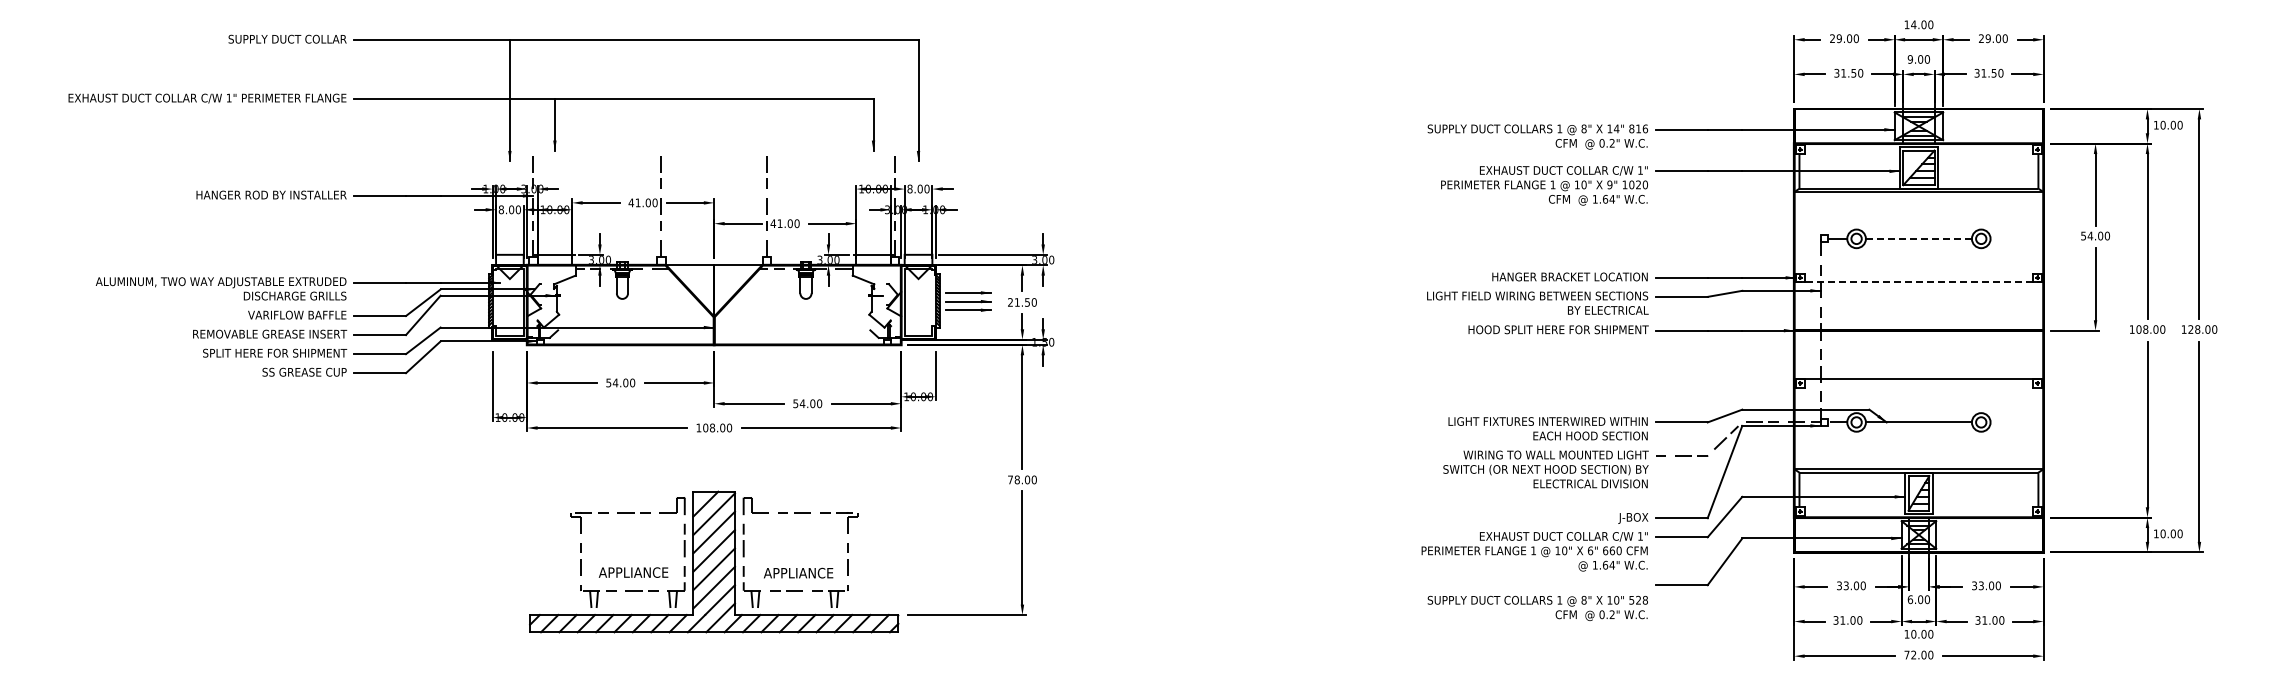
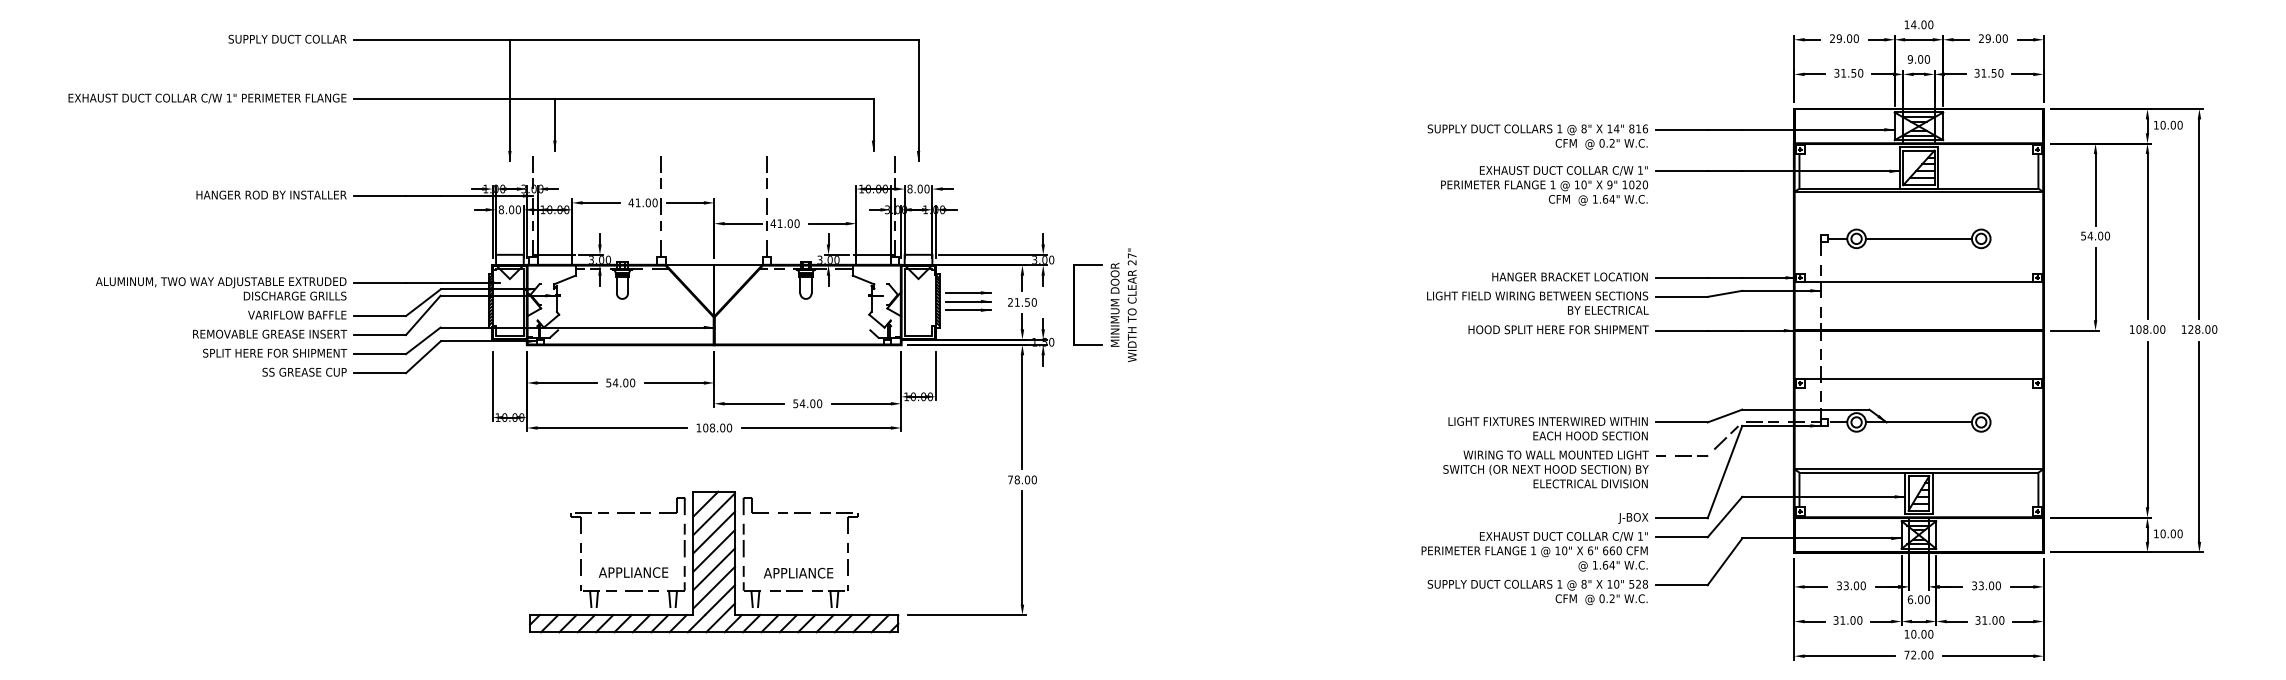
line at (1918, 238): dashed -> solid
line at (1918, 282): dashed -> solid
part at (1110, 305): none -> present
text at (1537, 607) position: (1537, 607) -> (1537, 591)
